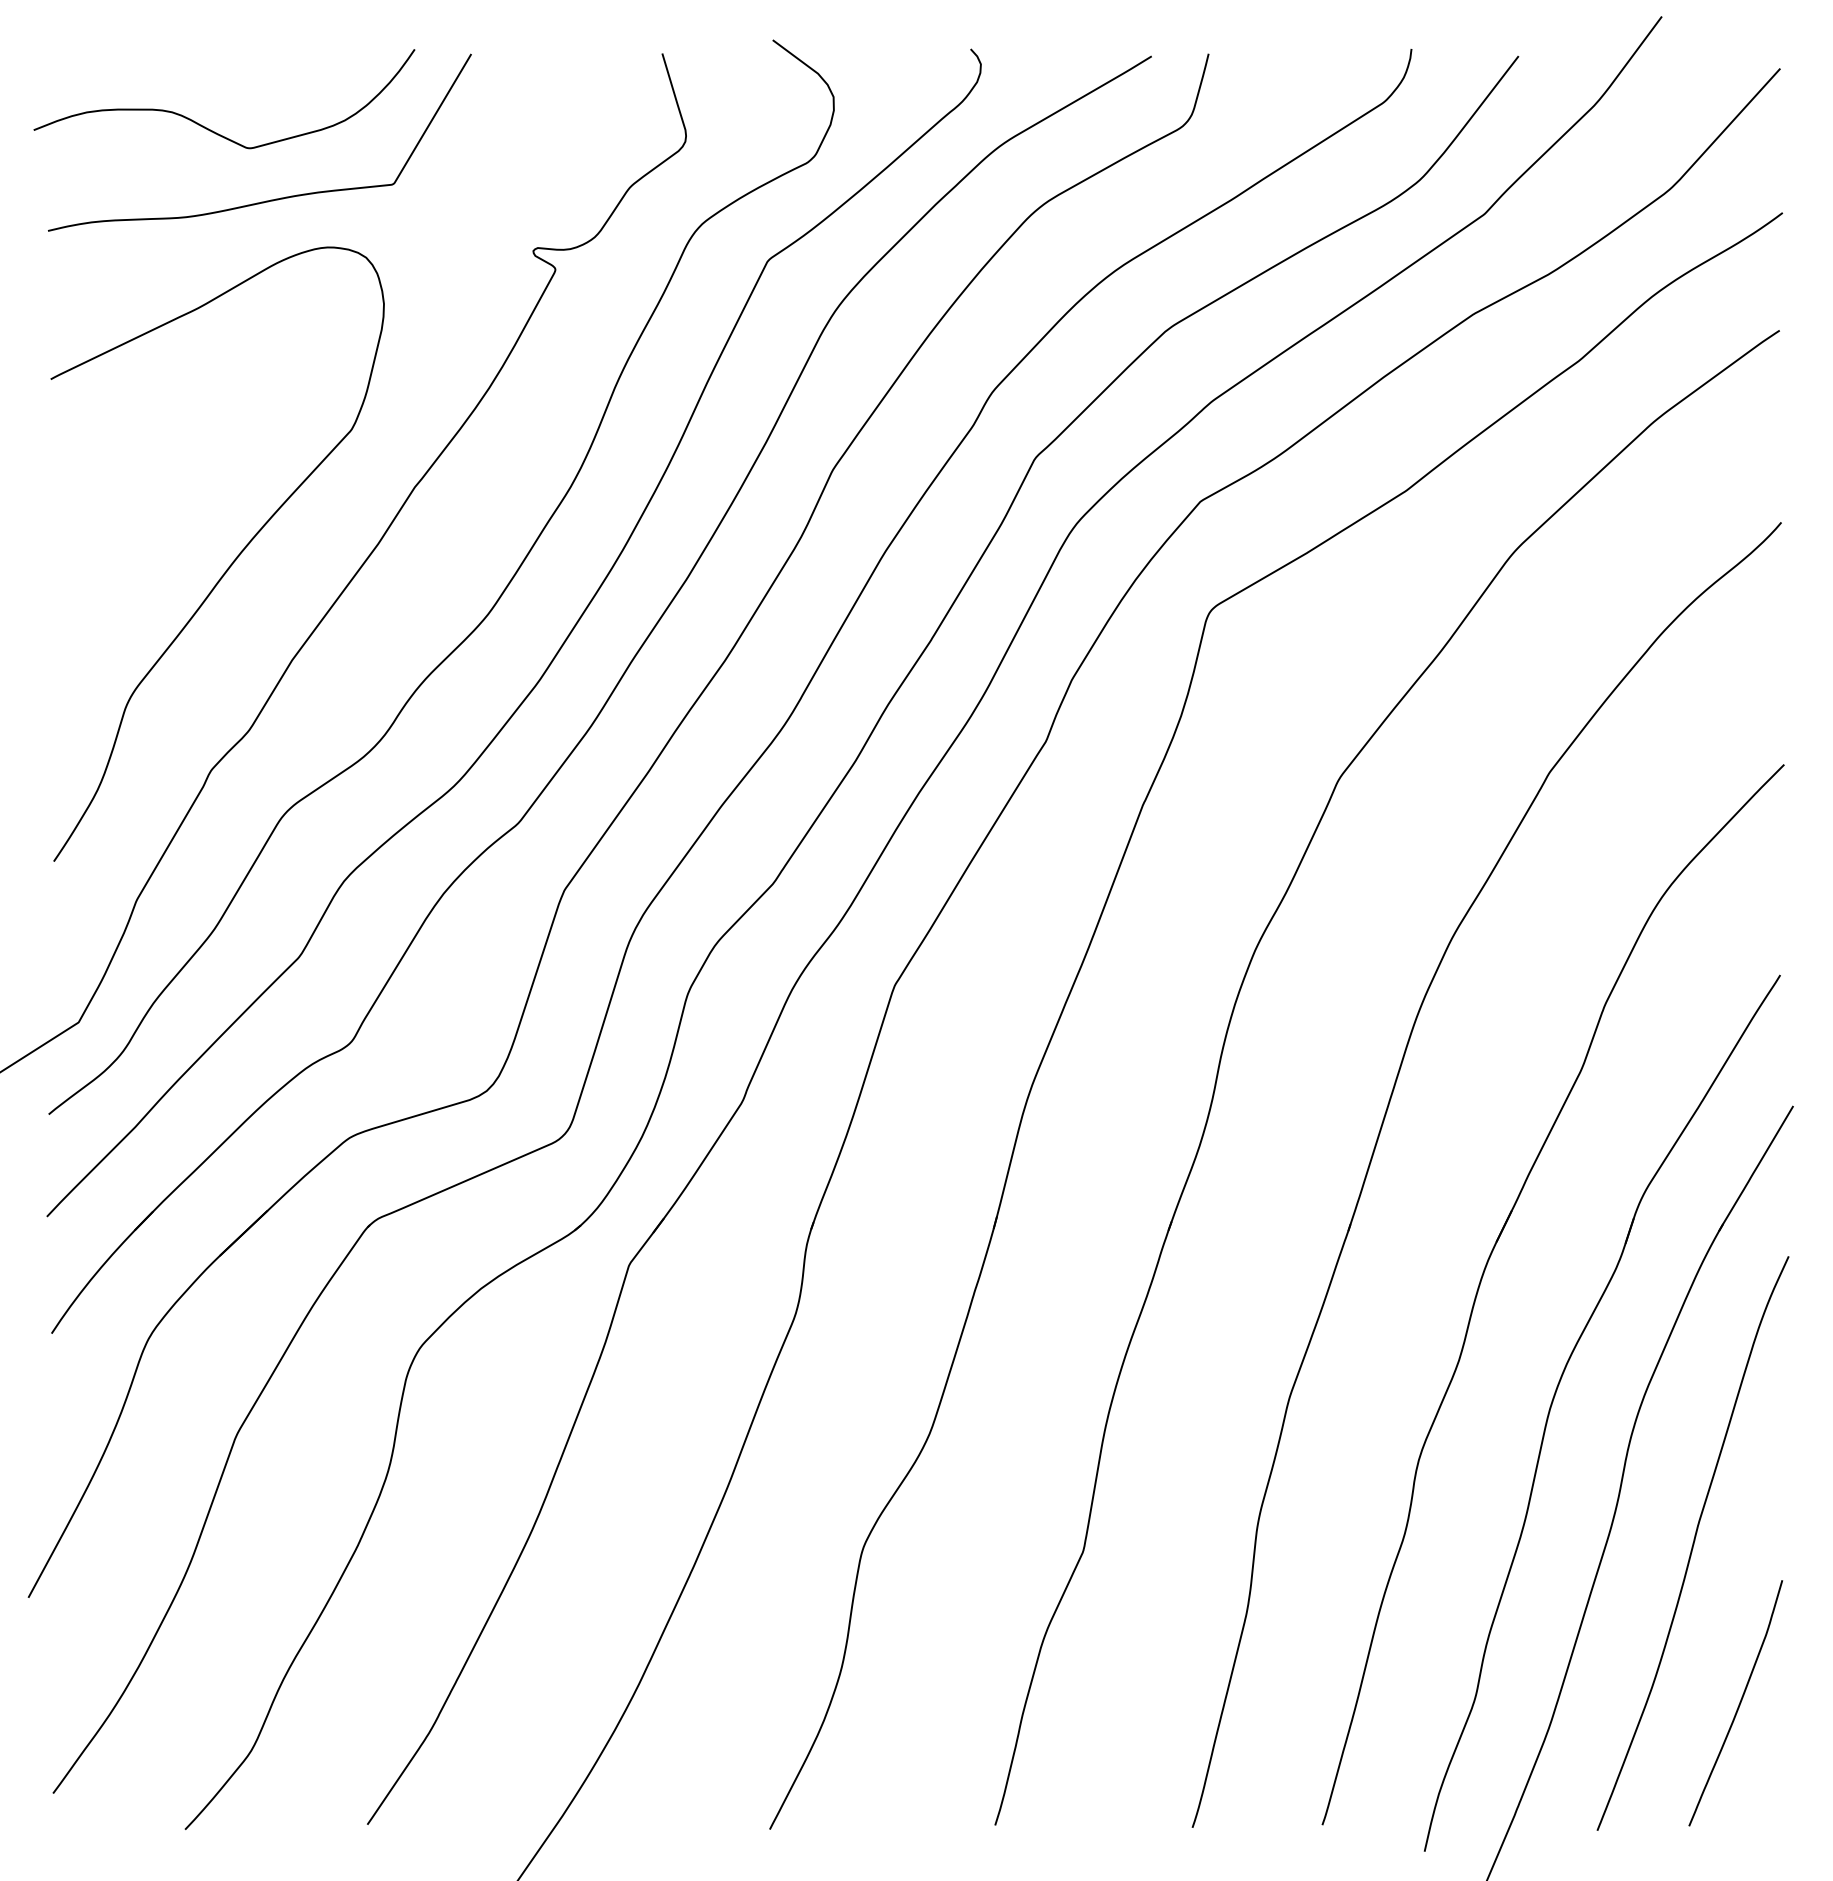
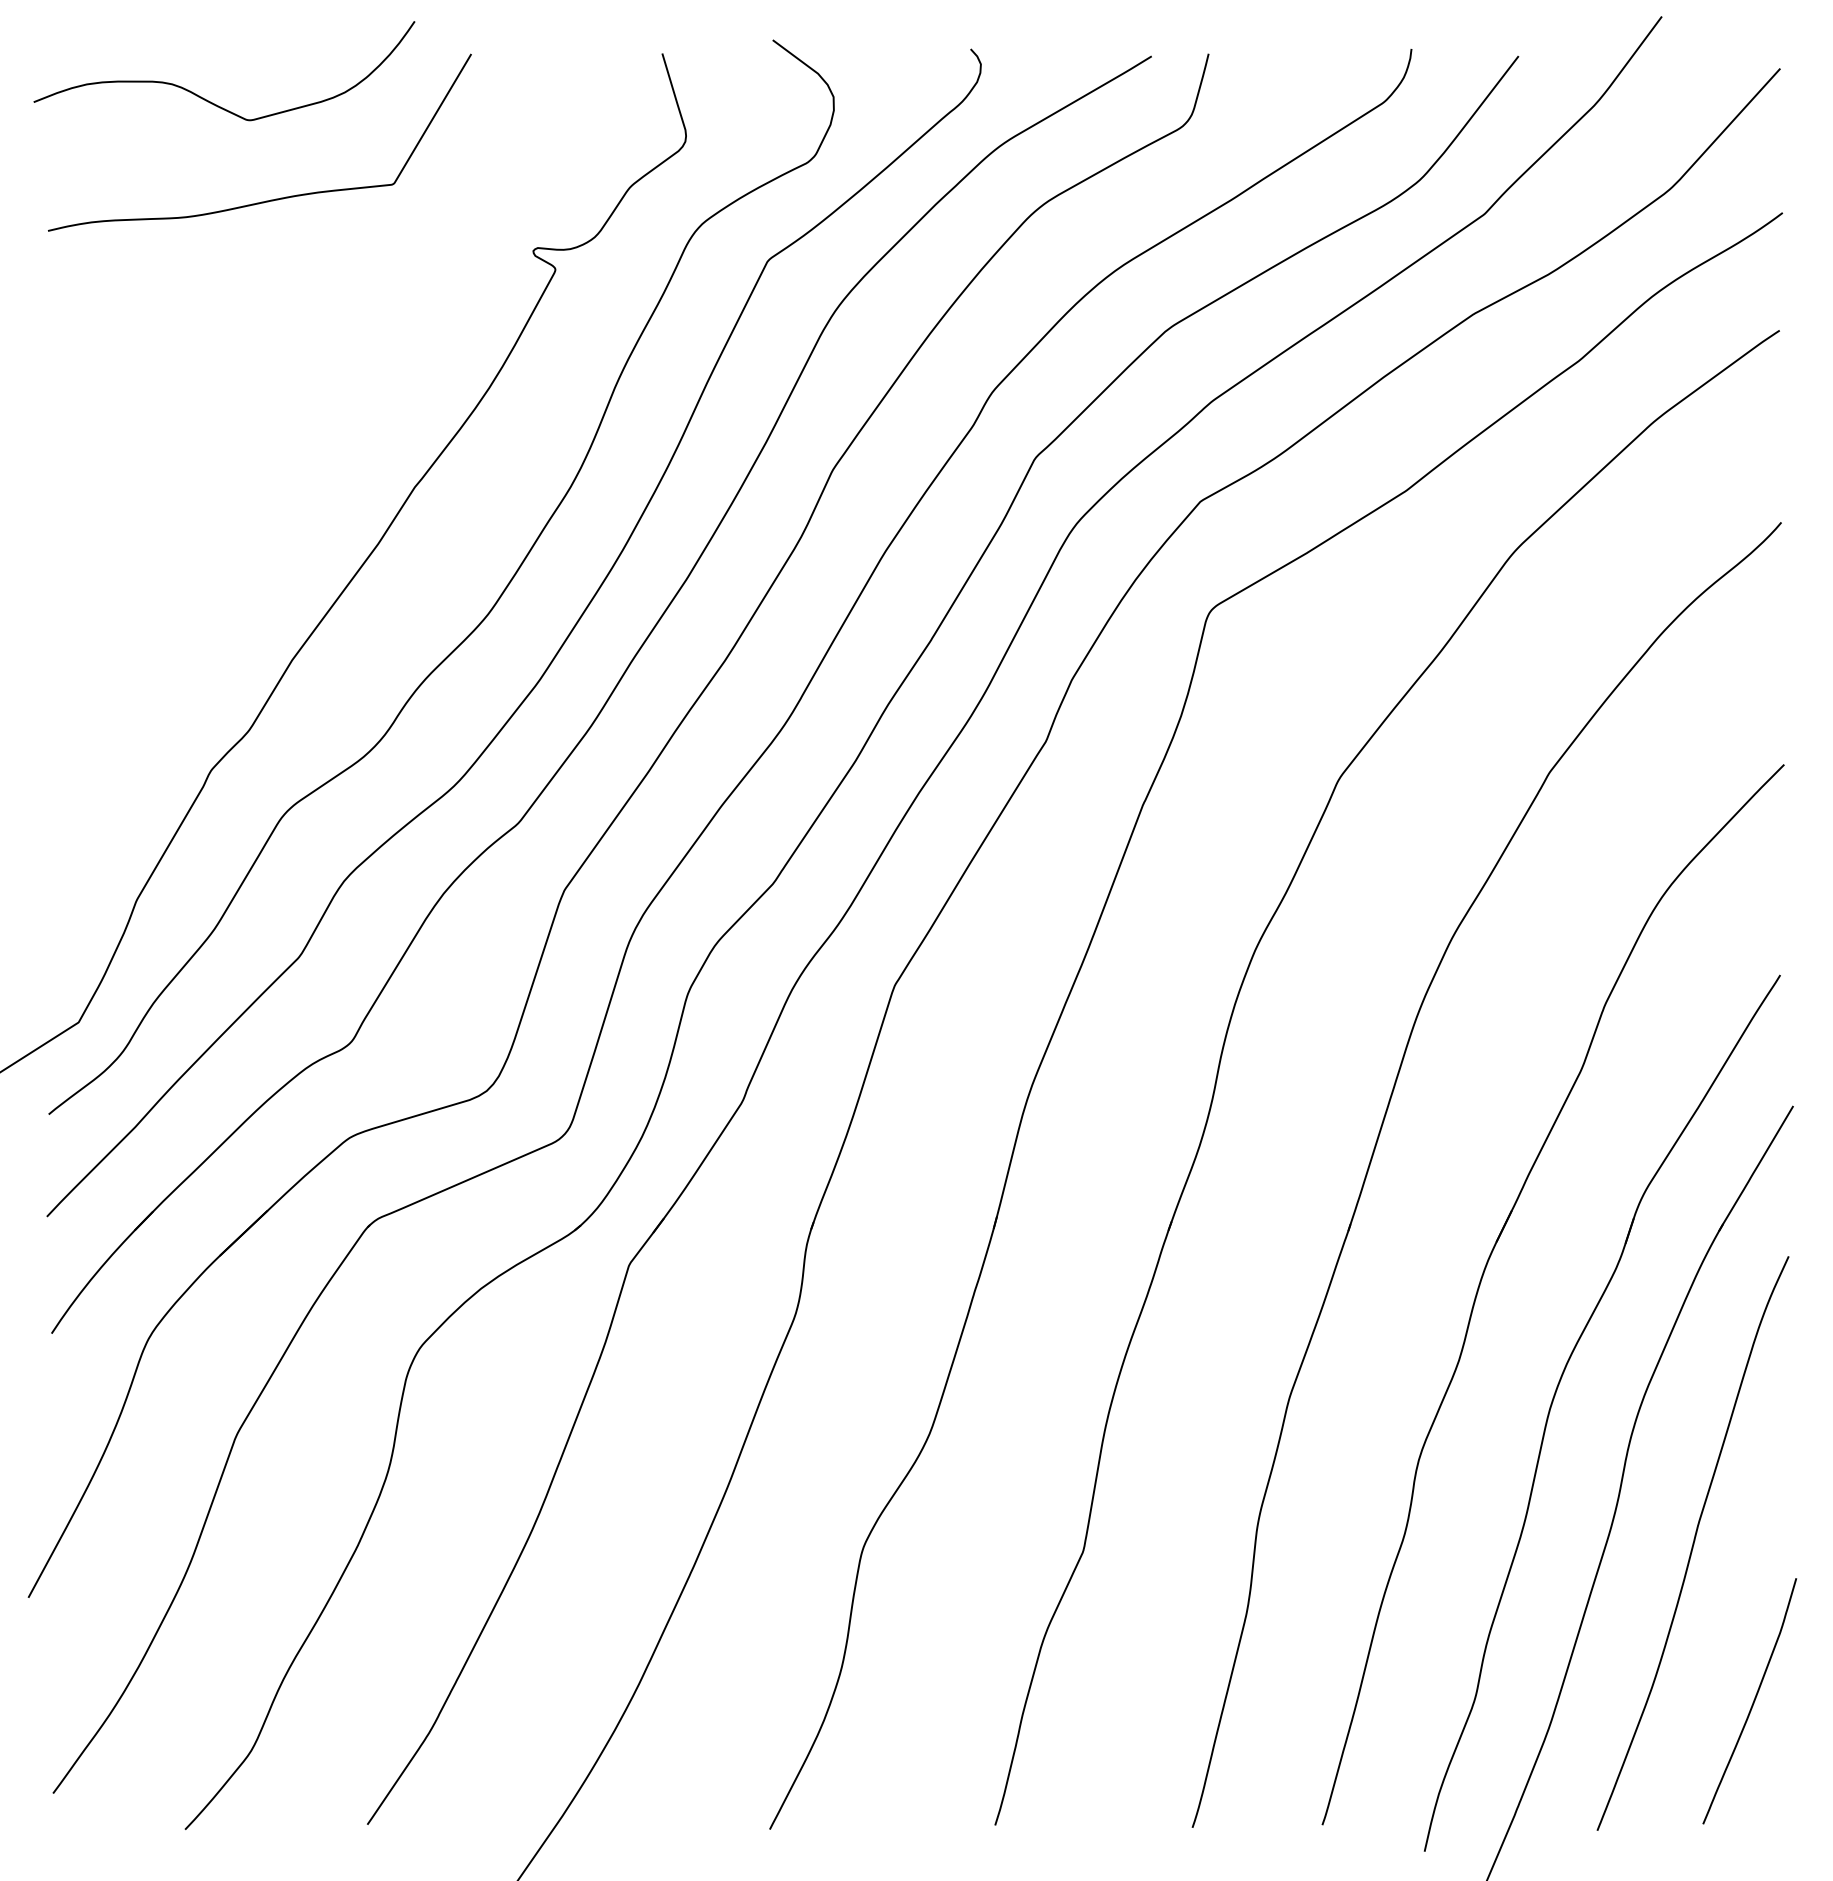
curve at (205, 126) position: (205, 126) -> (205, 98)
curve at (229, 565): present -> none
curve at (1738, 1704) position: (1738, 1704) -> (1752, 1702)
